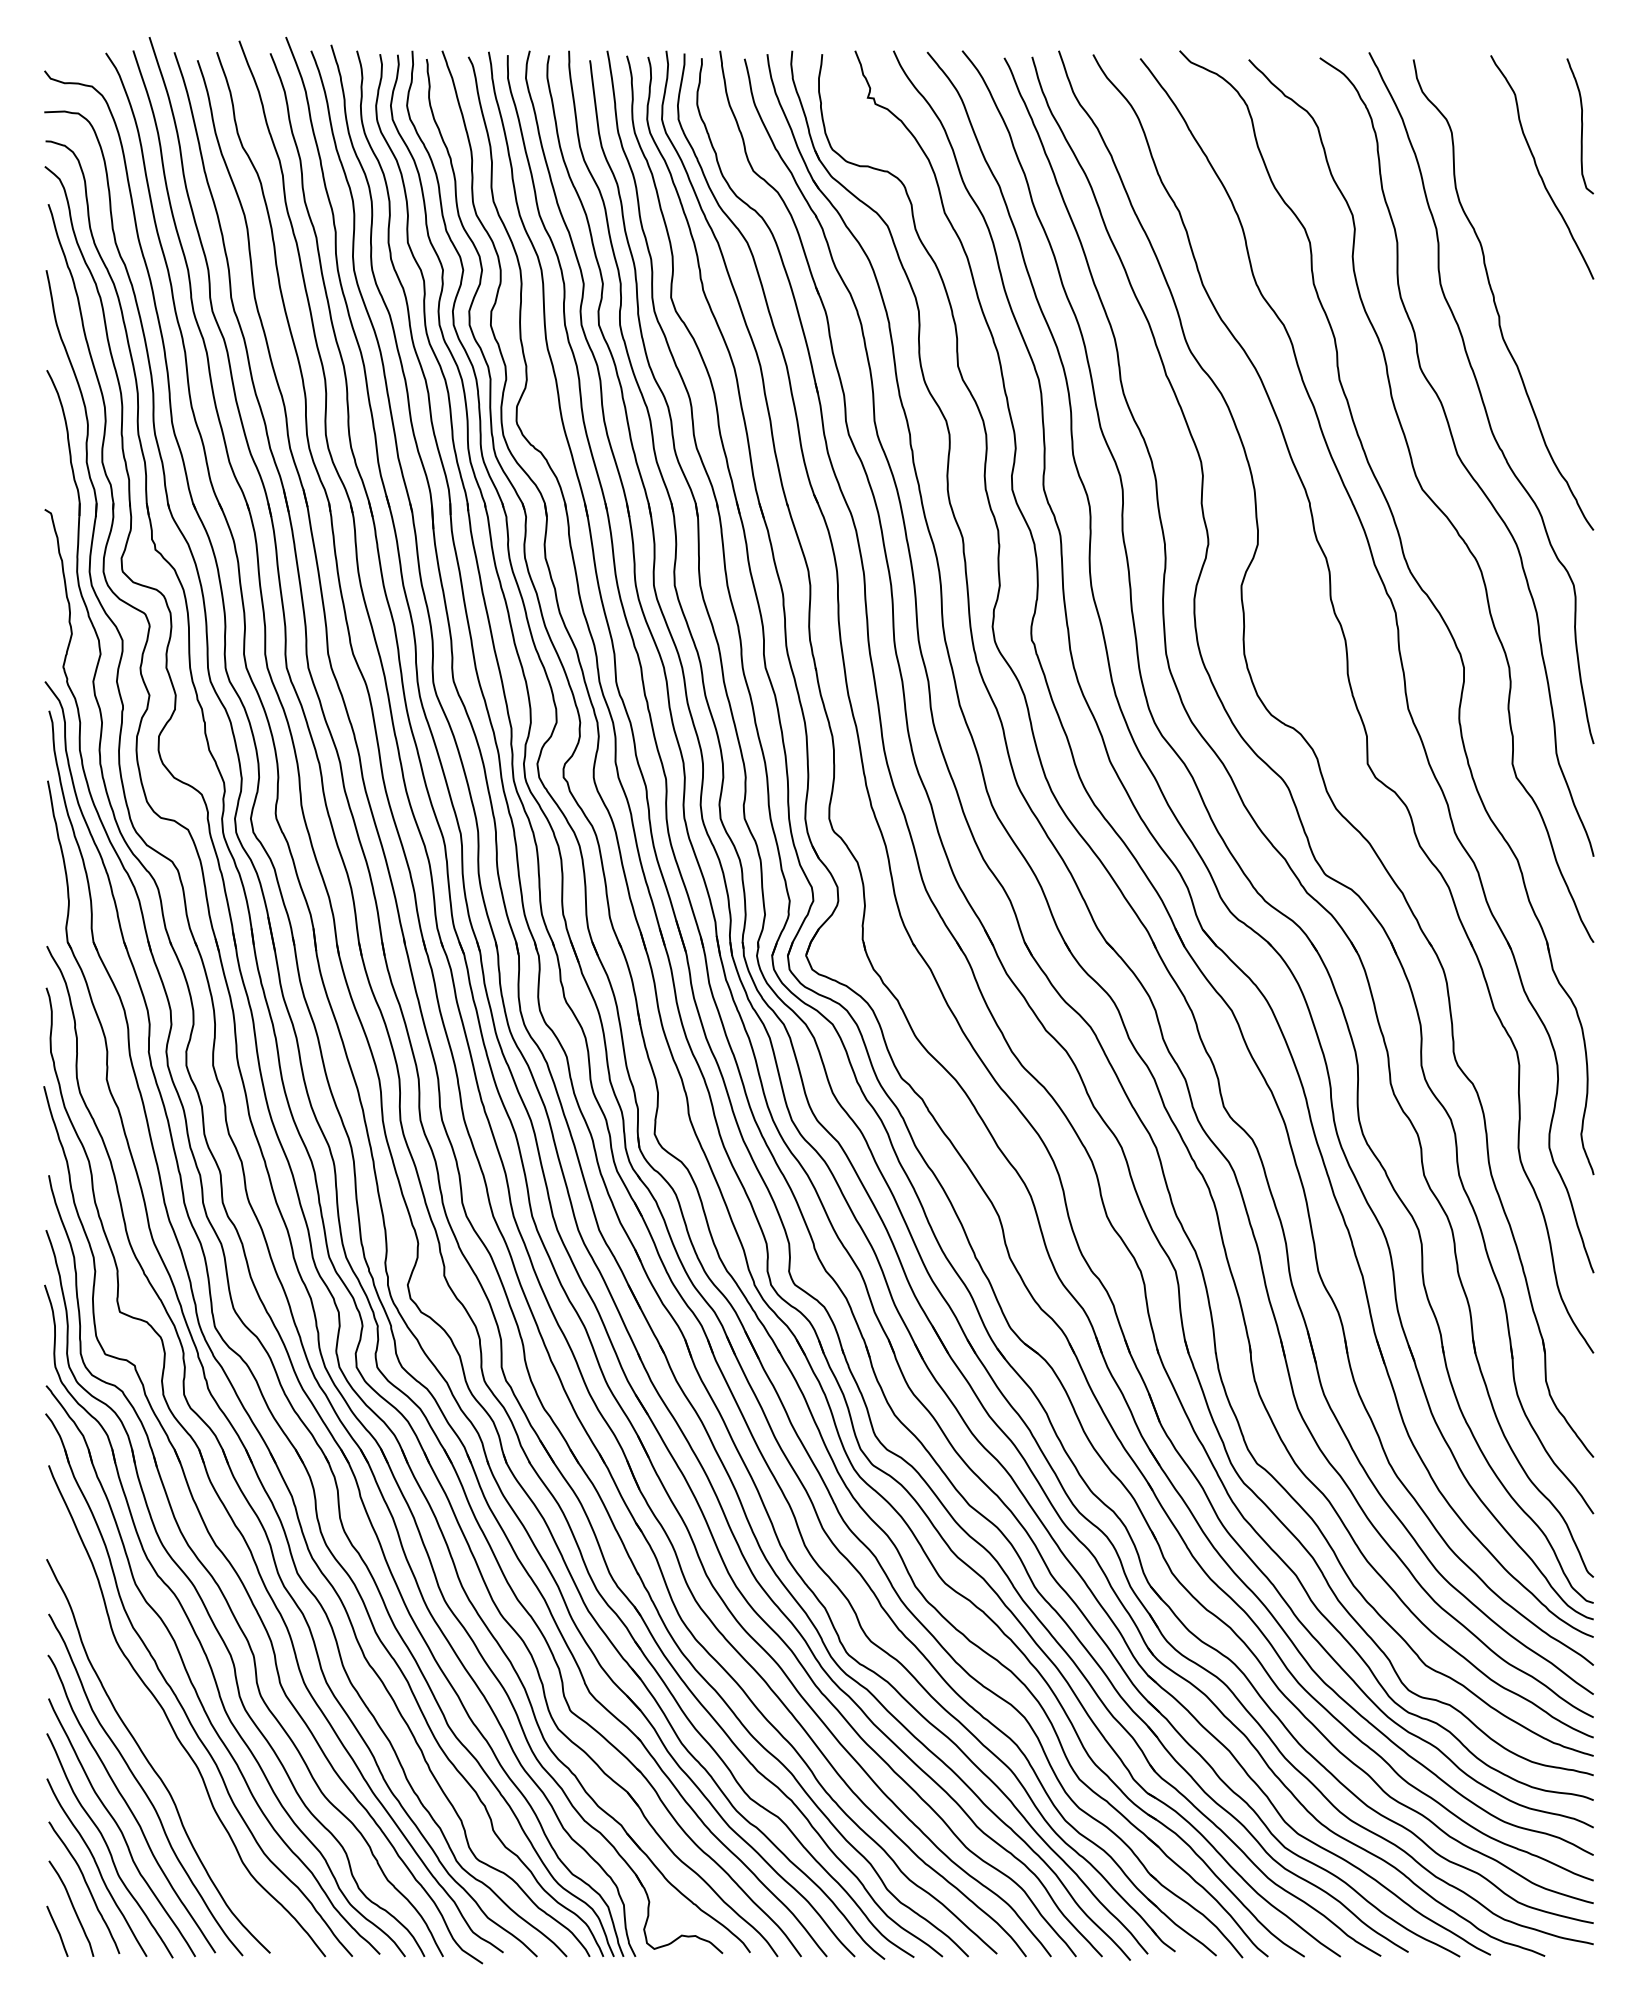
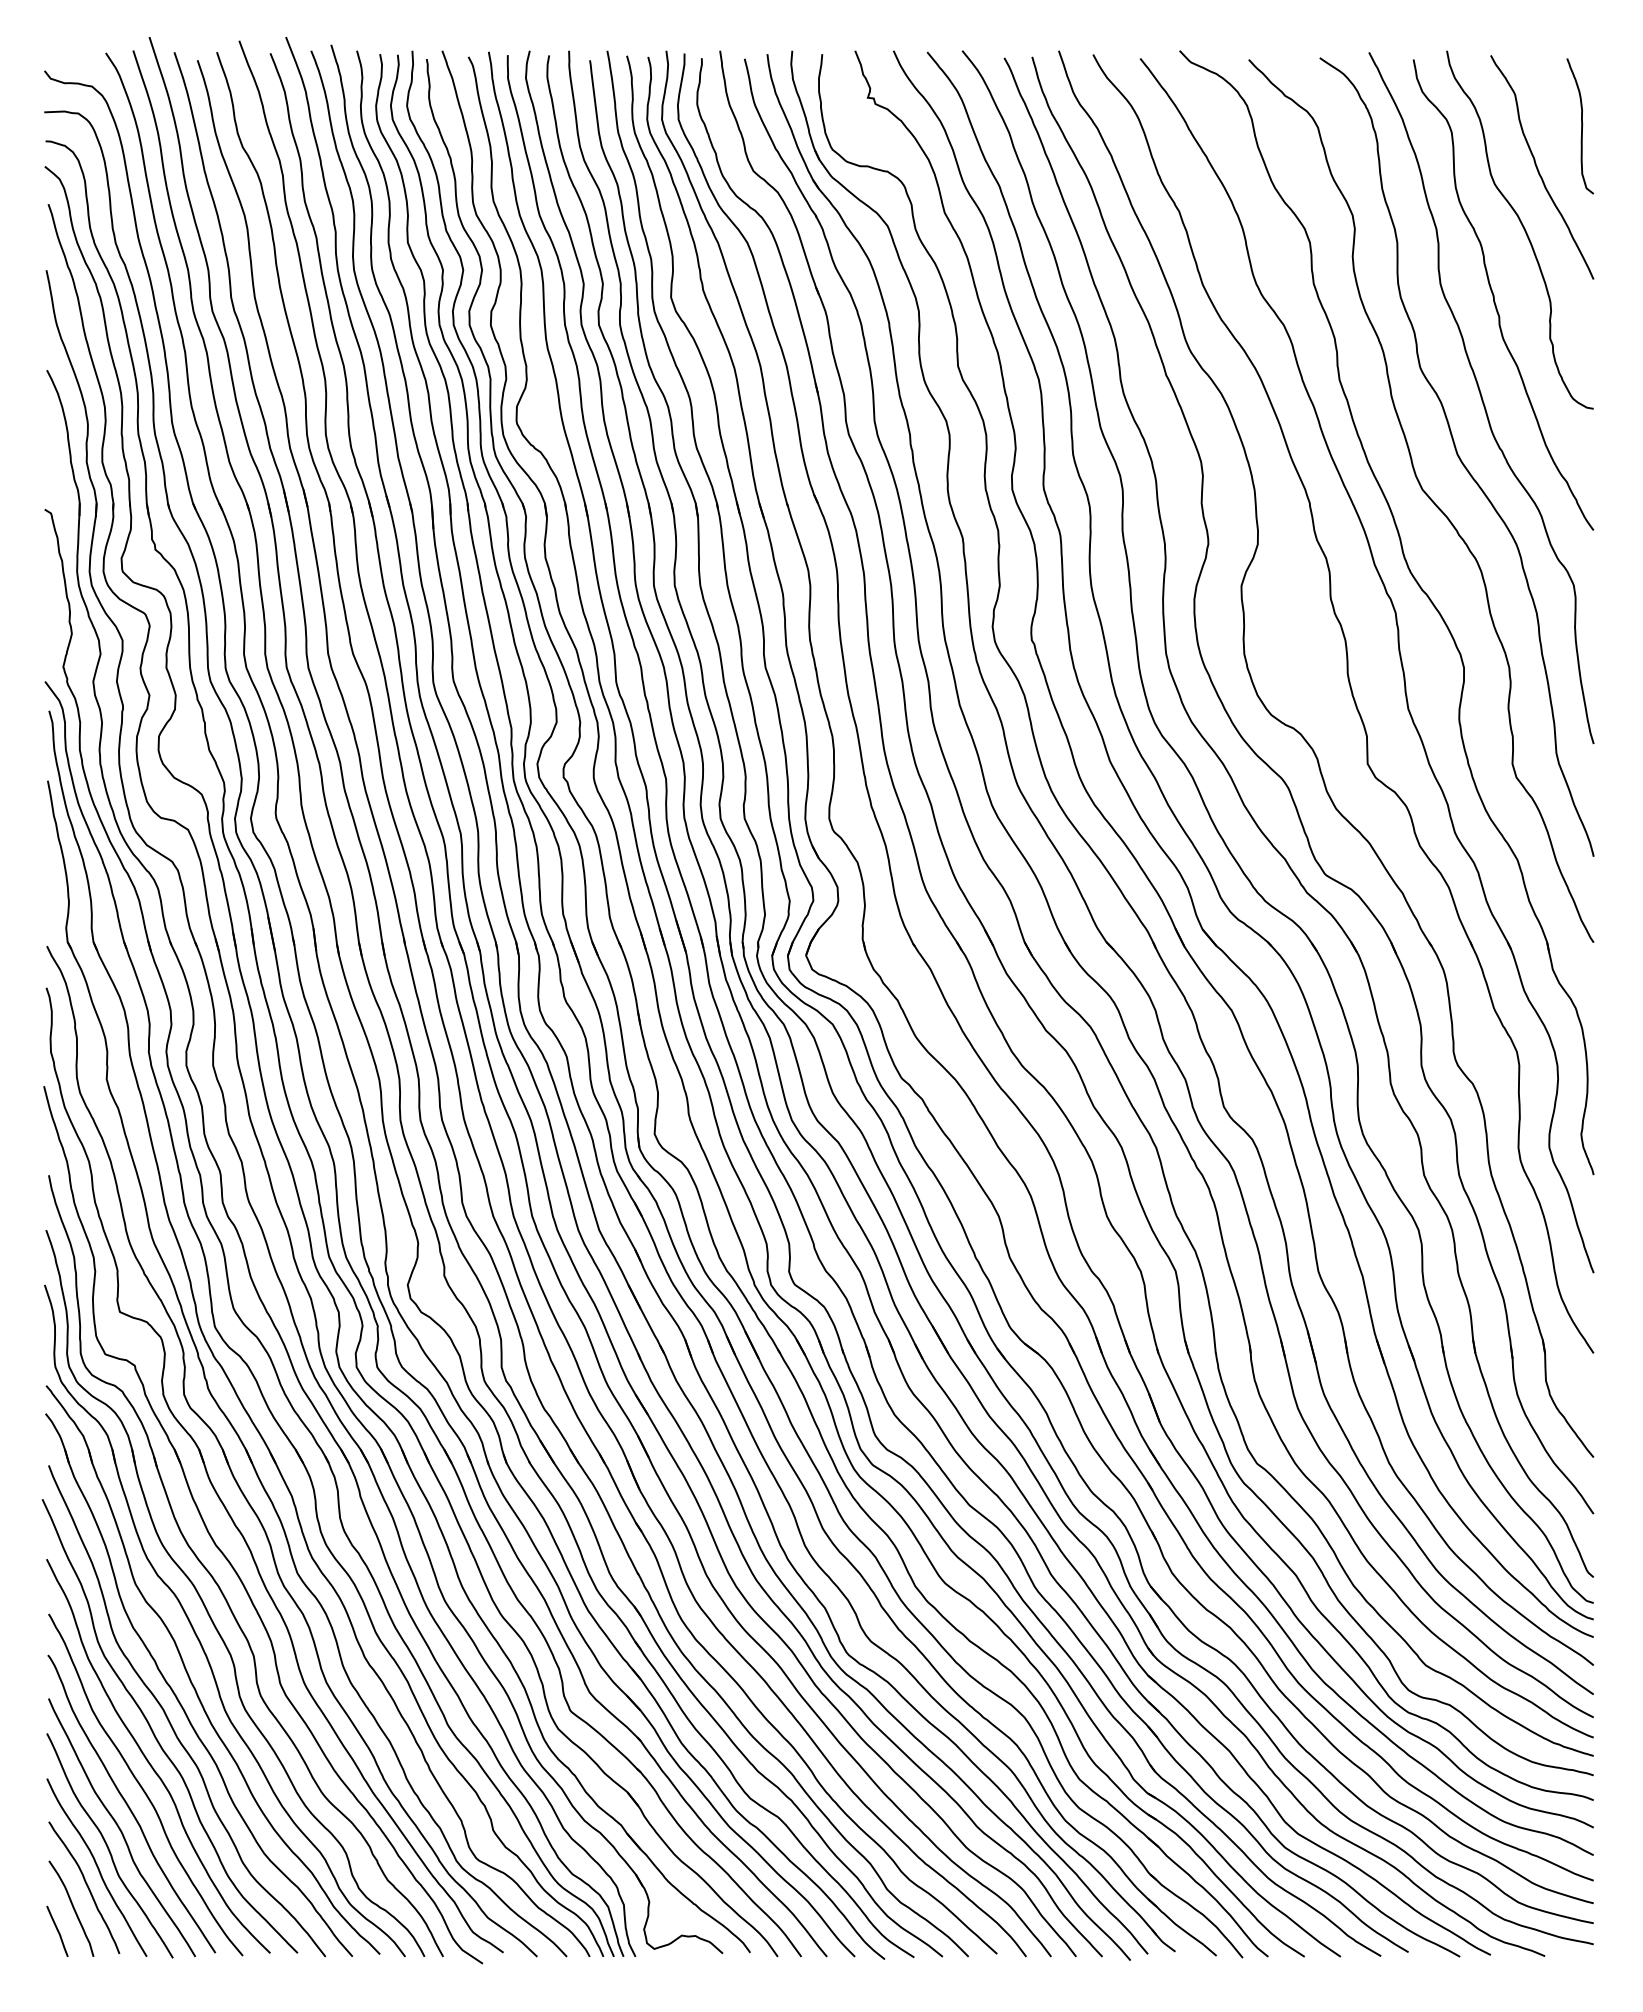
curve at (1522, 227): none -> present
curve at (155, 1734): none -> present
